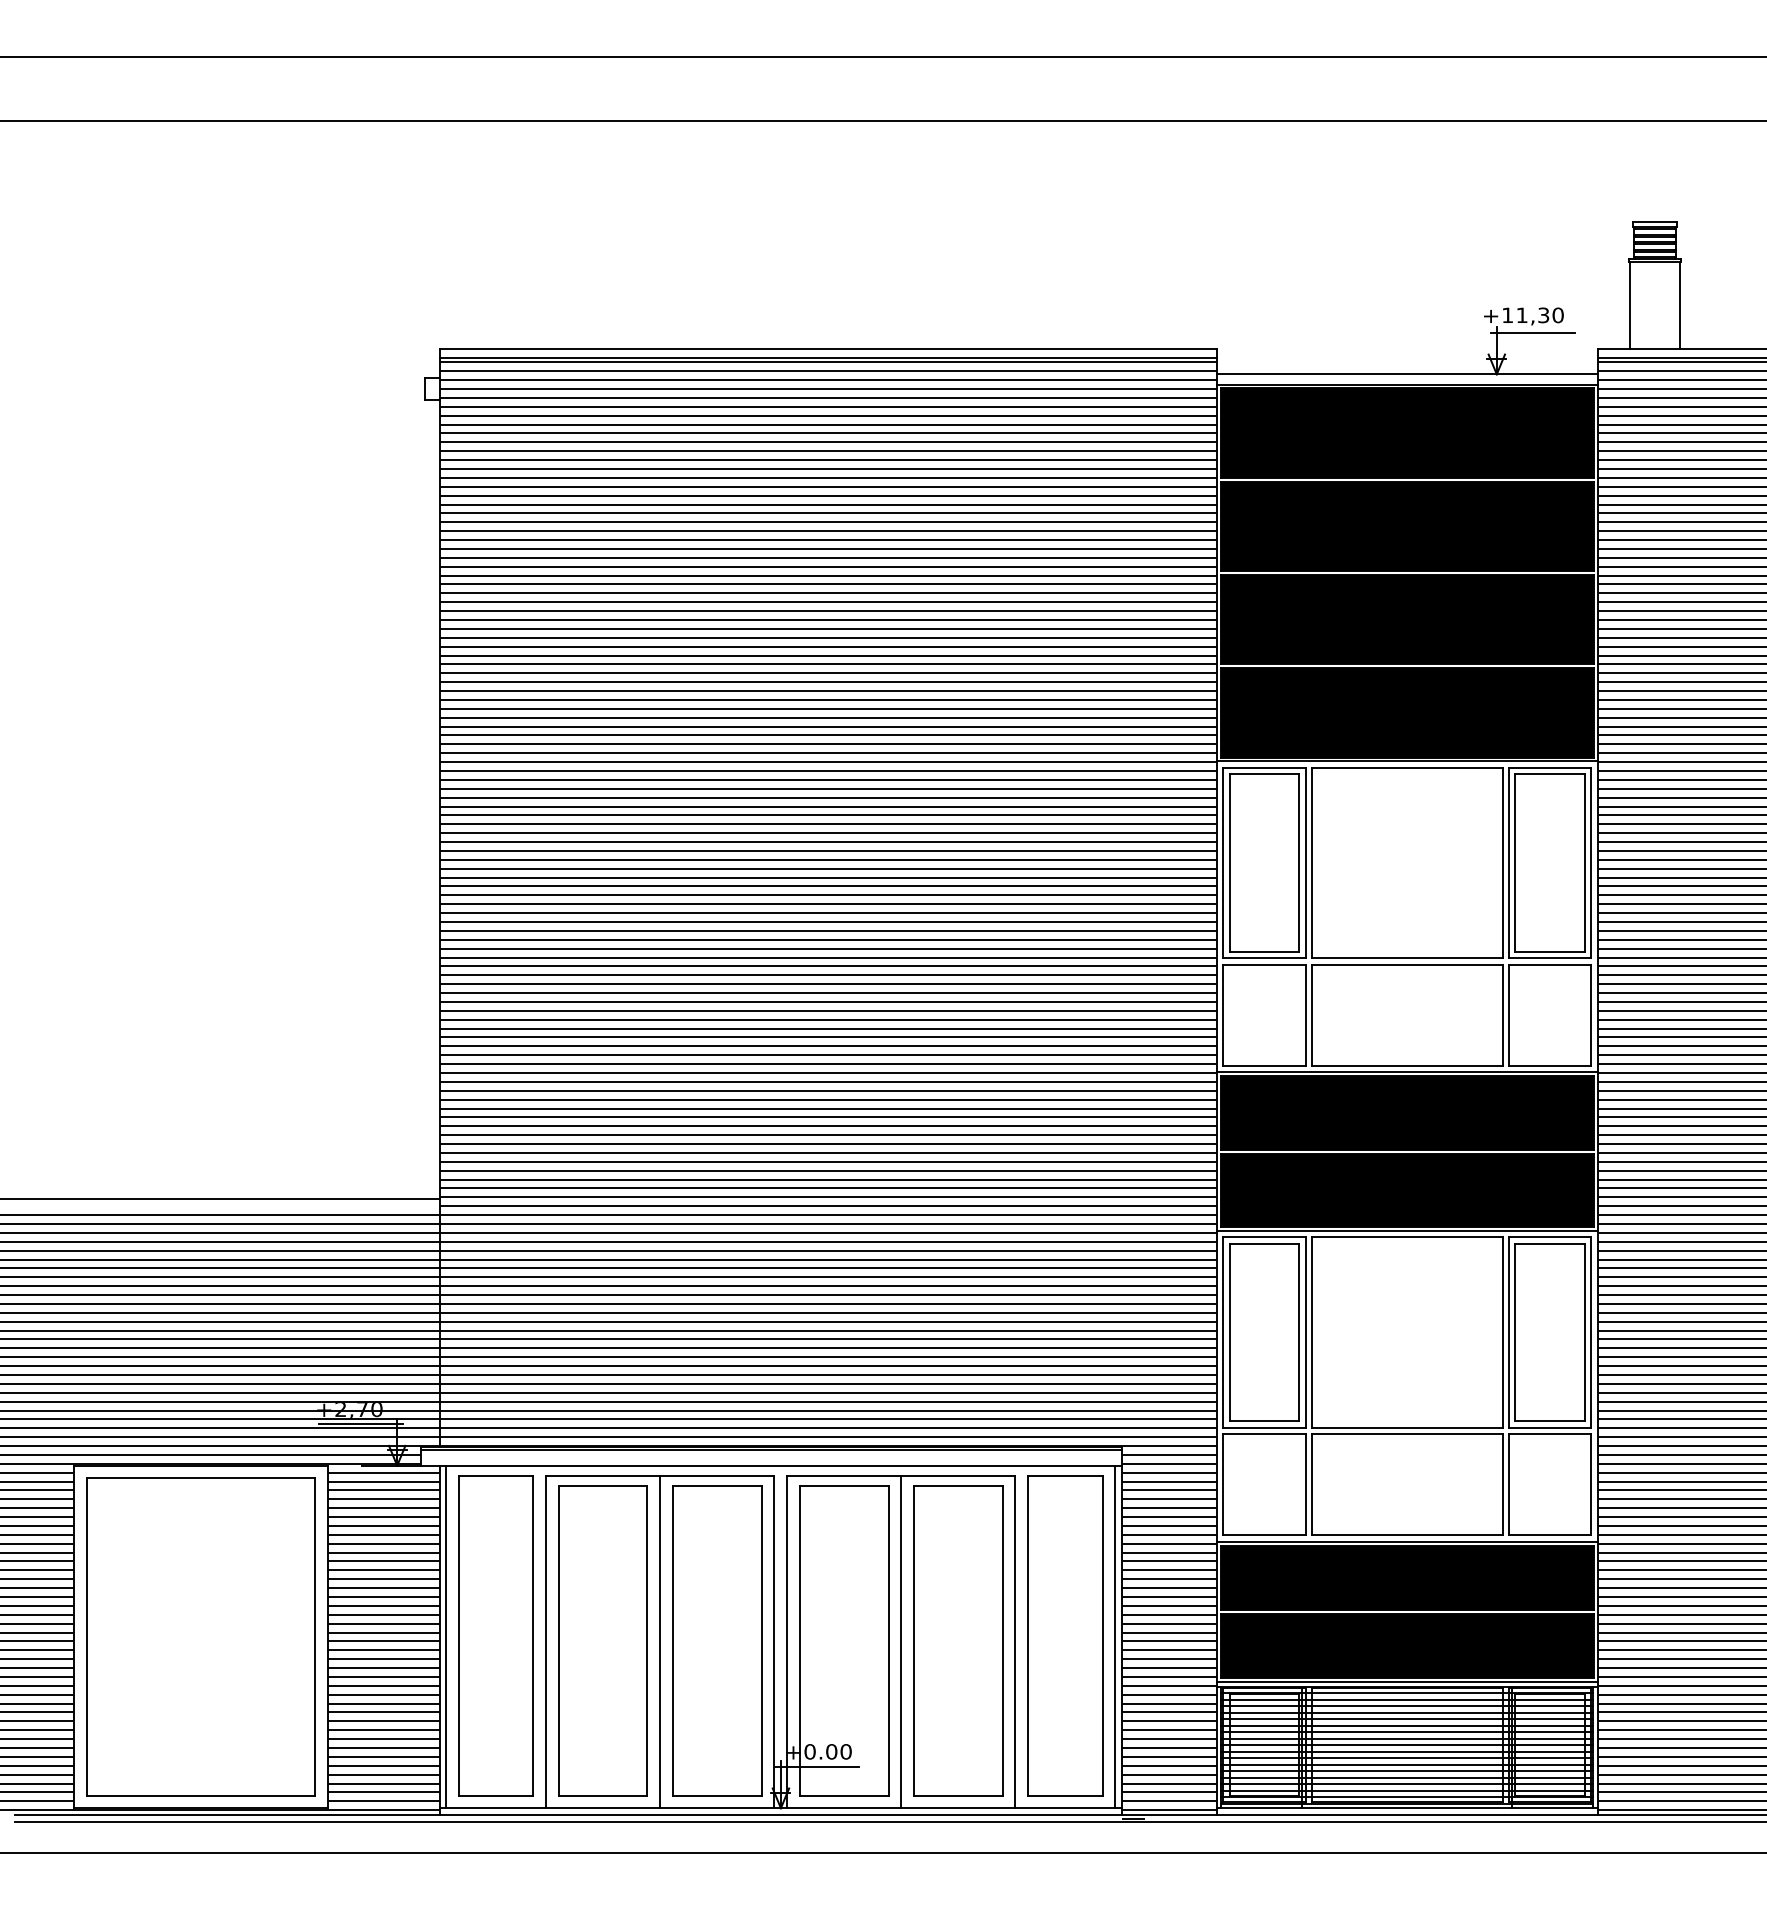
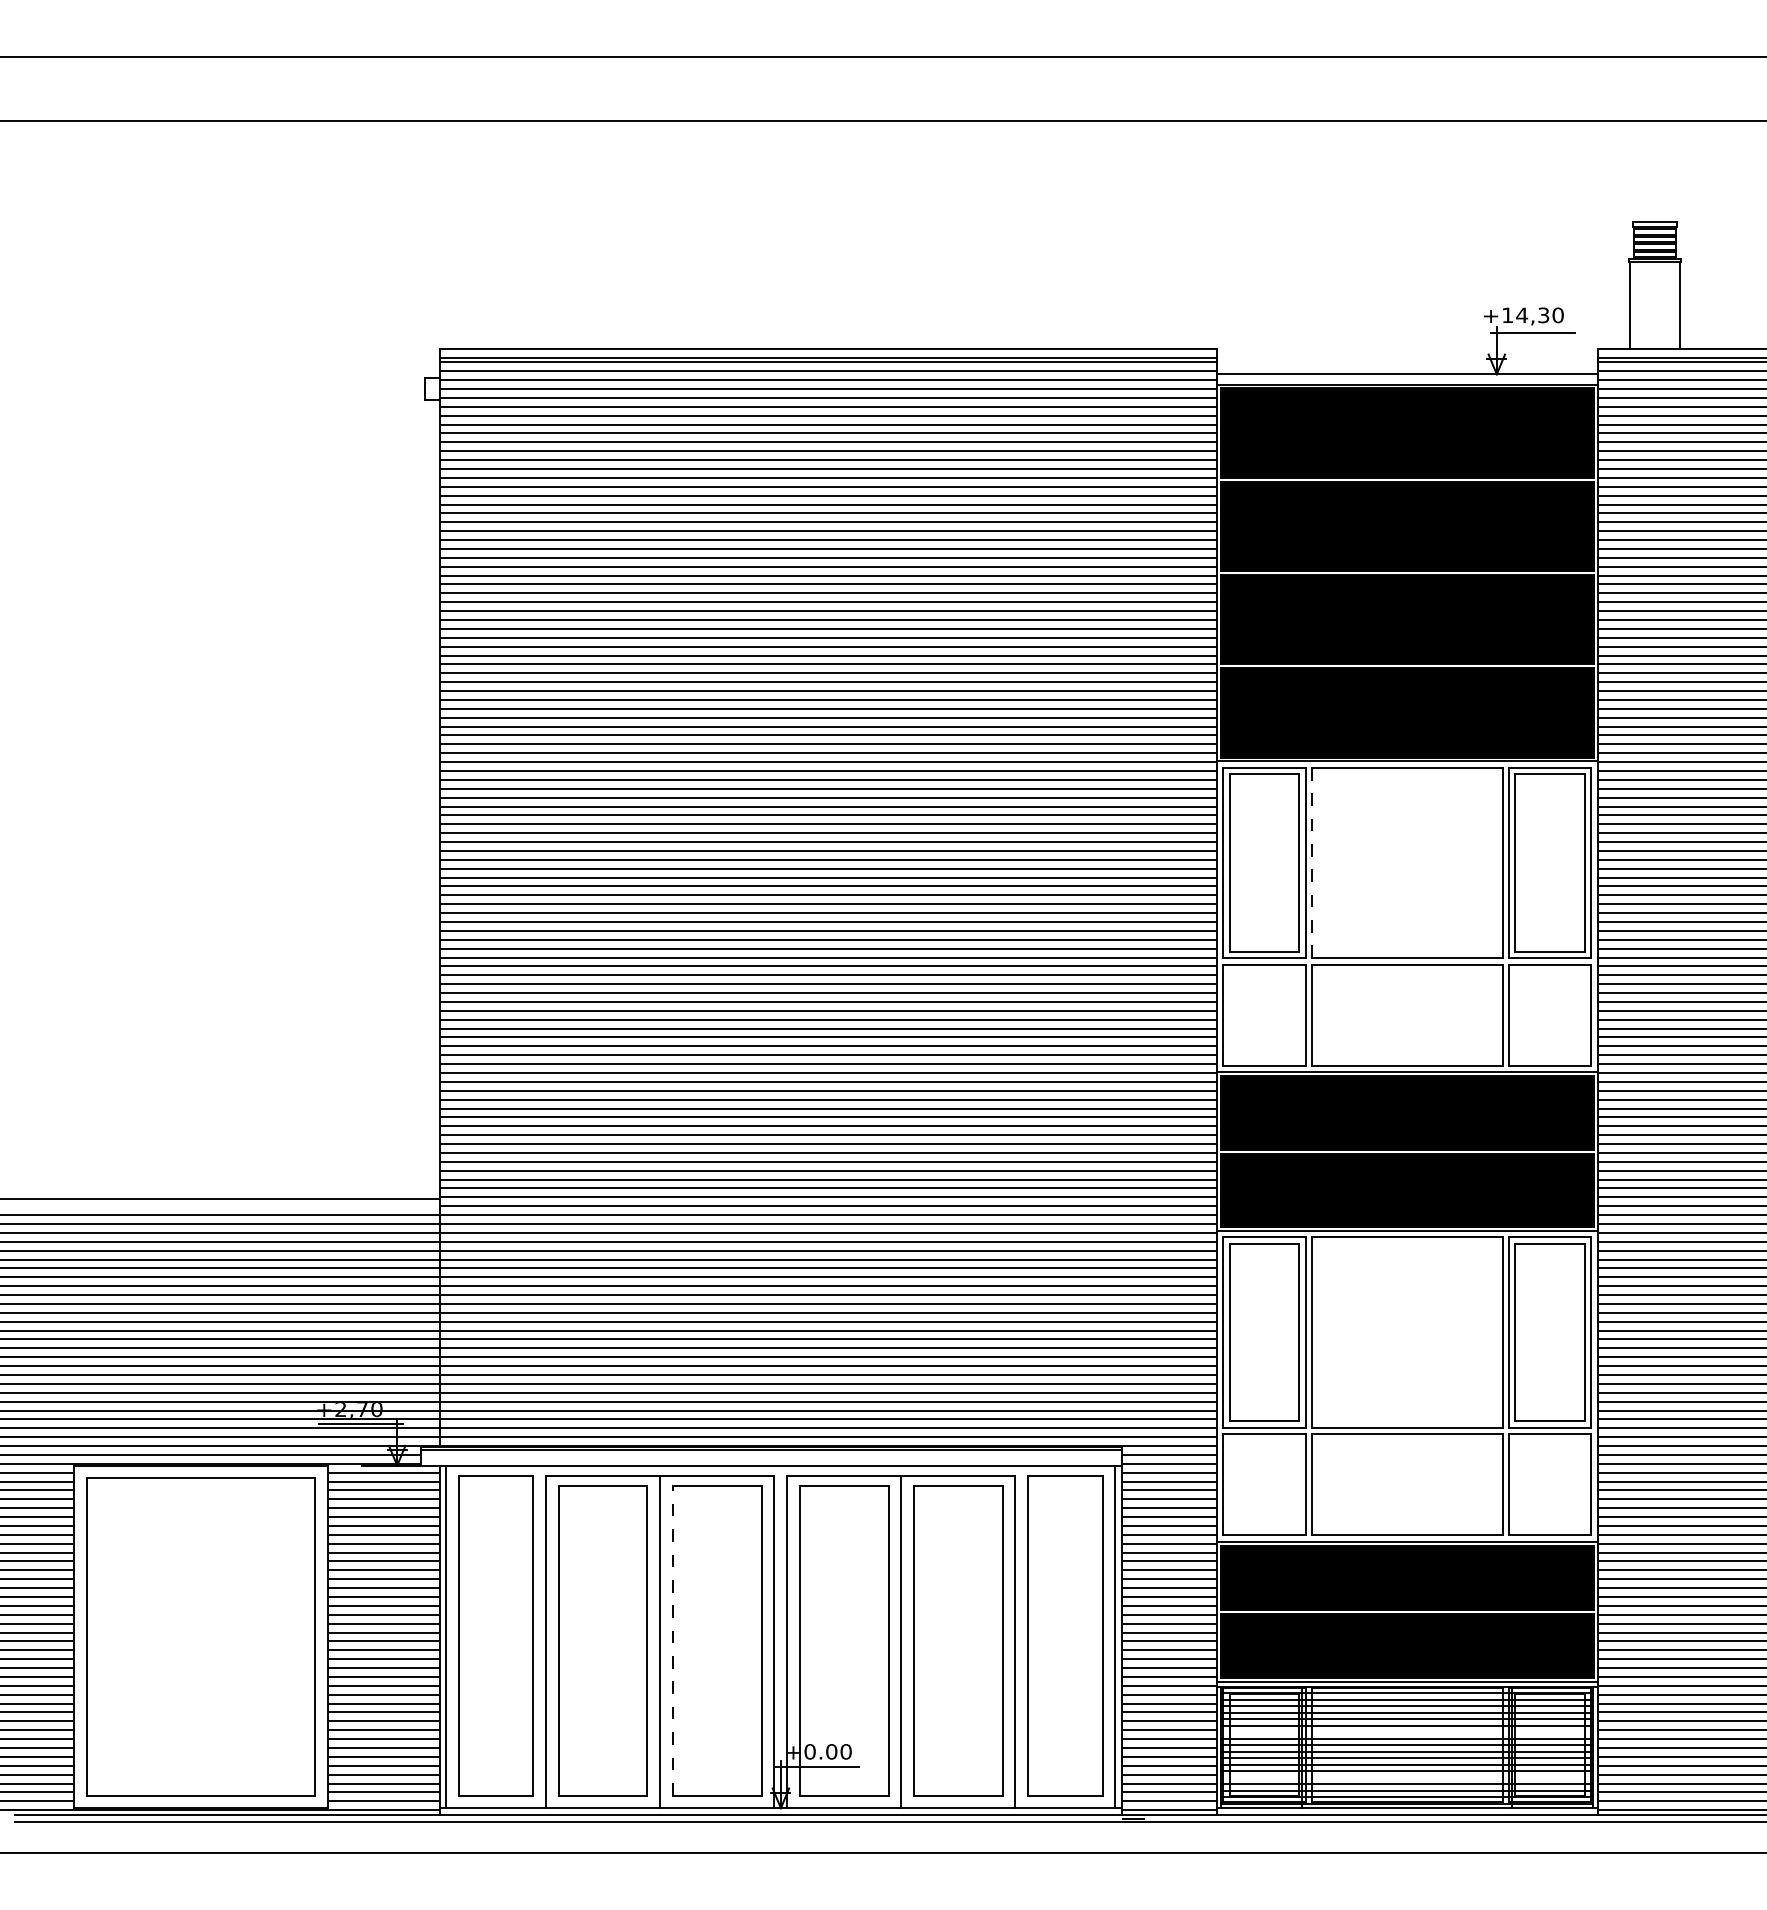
text at (1522, 314): +11,30 -> +14,30
line at (1311, 862): solid -> dashed
line at (672, 1640): solid -> dashed
line at (1407, 1732): present -> none
line at (1407, 1777): present -> none
